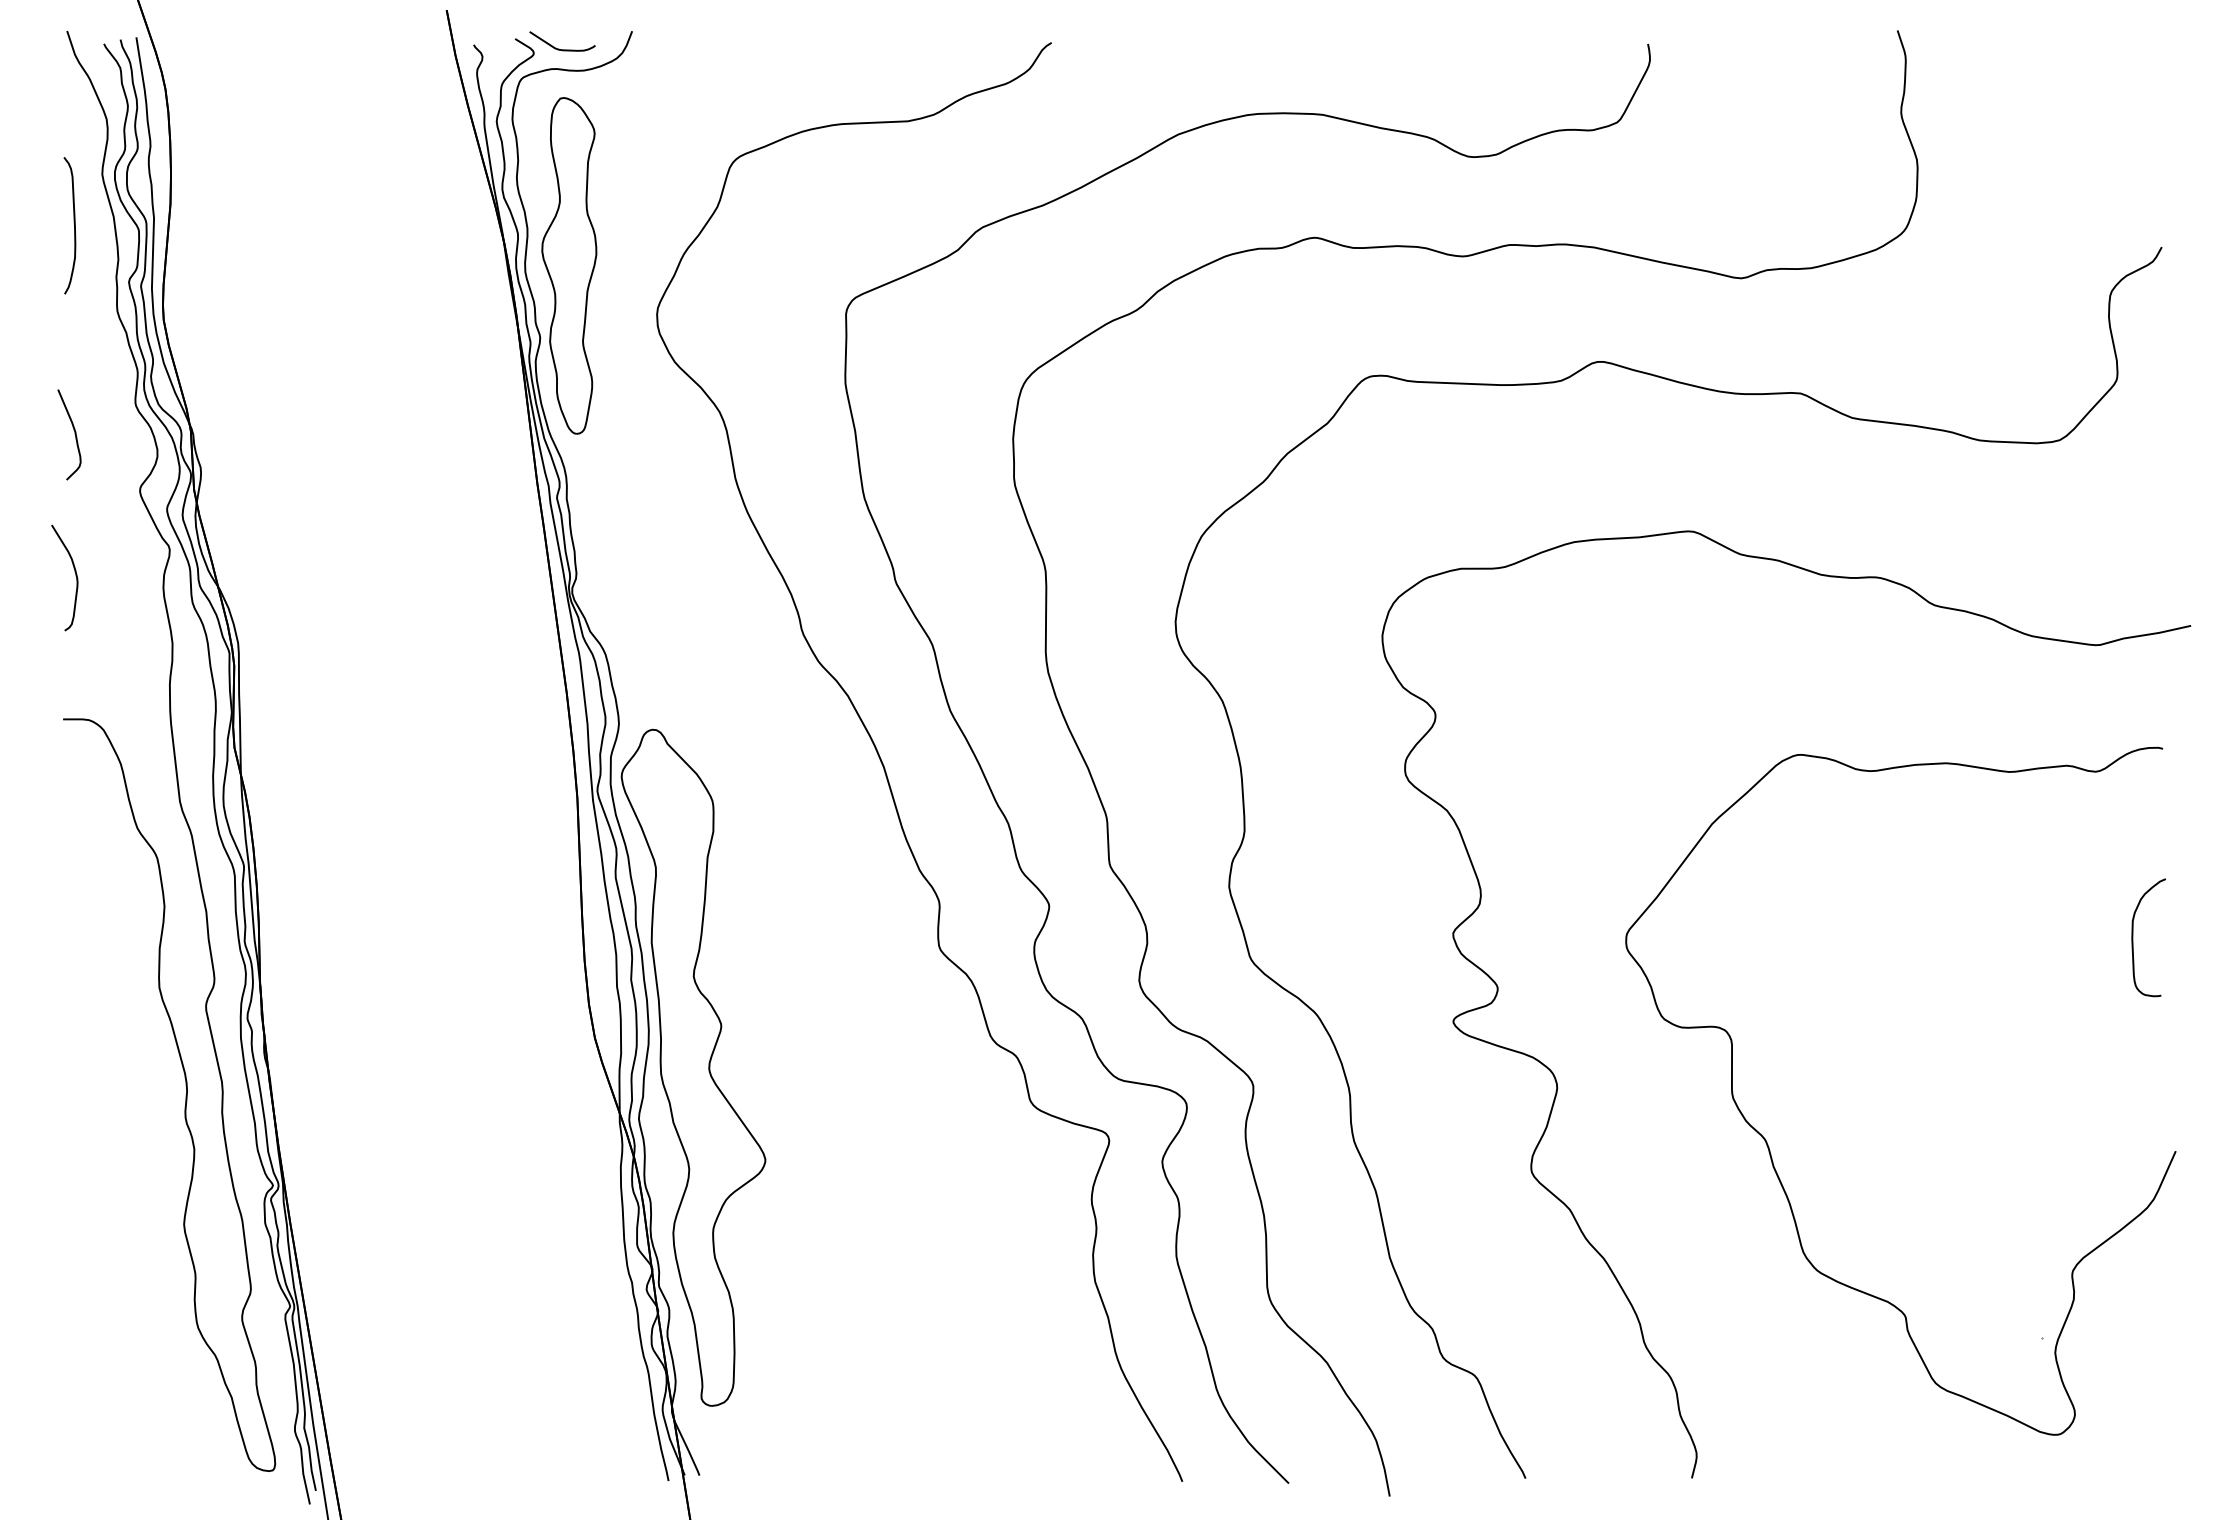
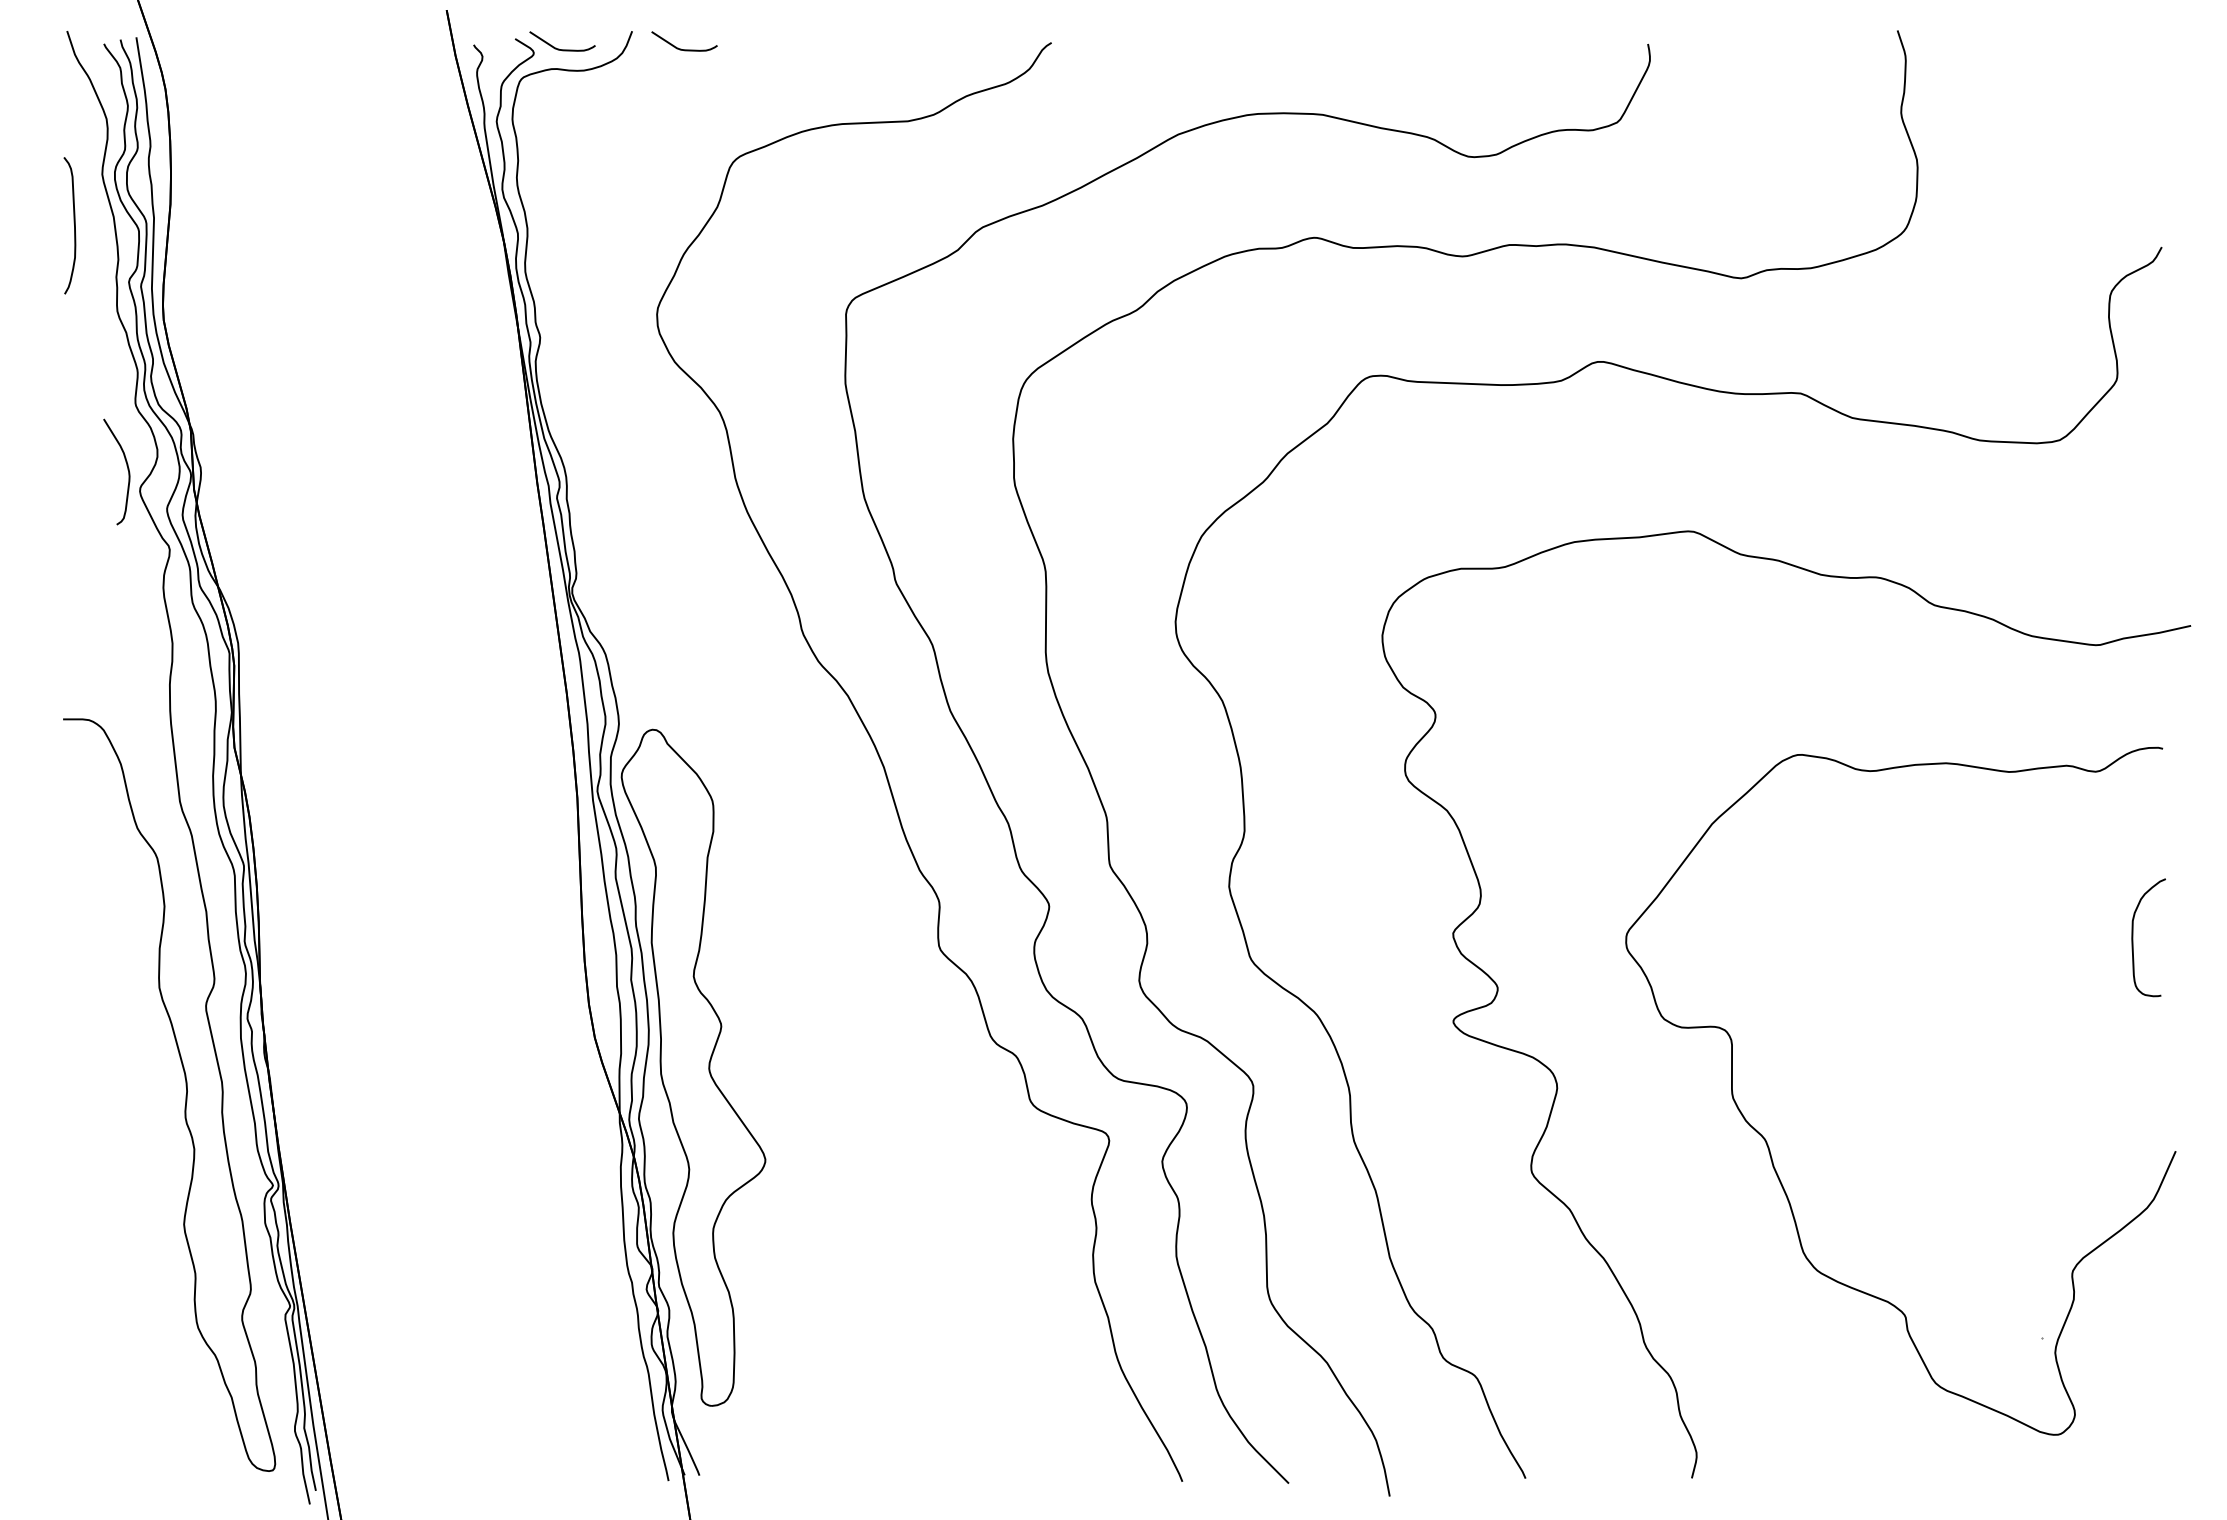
curve at (681, 48): none -> present
part at (569, 265): present -> none
curve at (74, 434): present -> none
curve at (75, 576) position: (75, 576) -> (127, 470)
